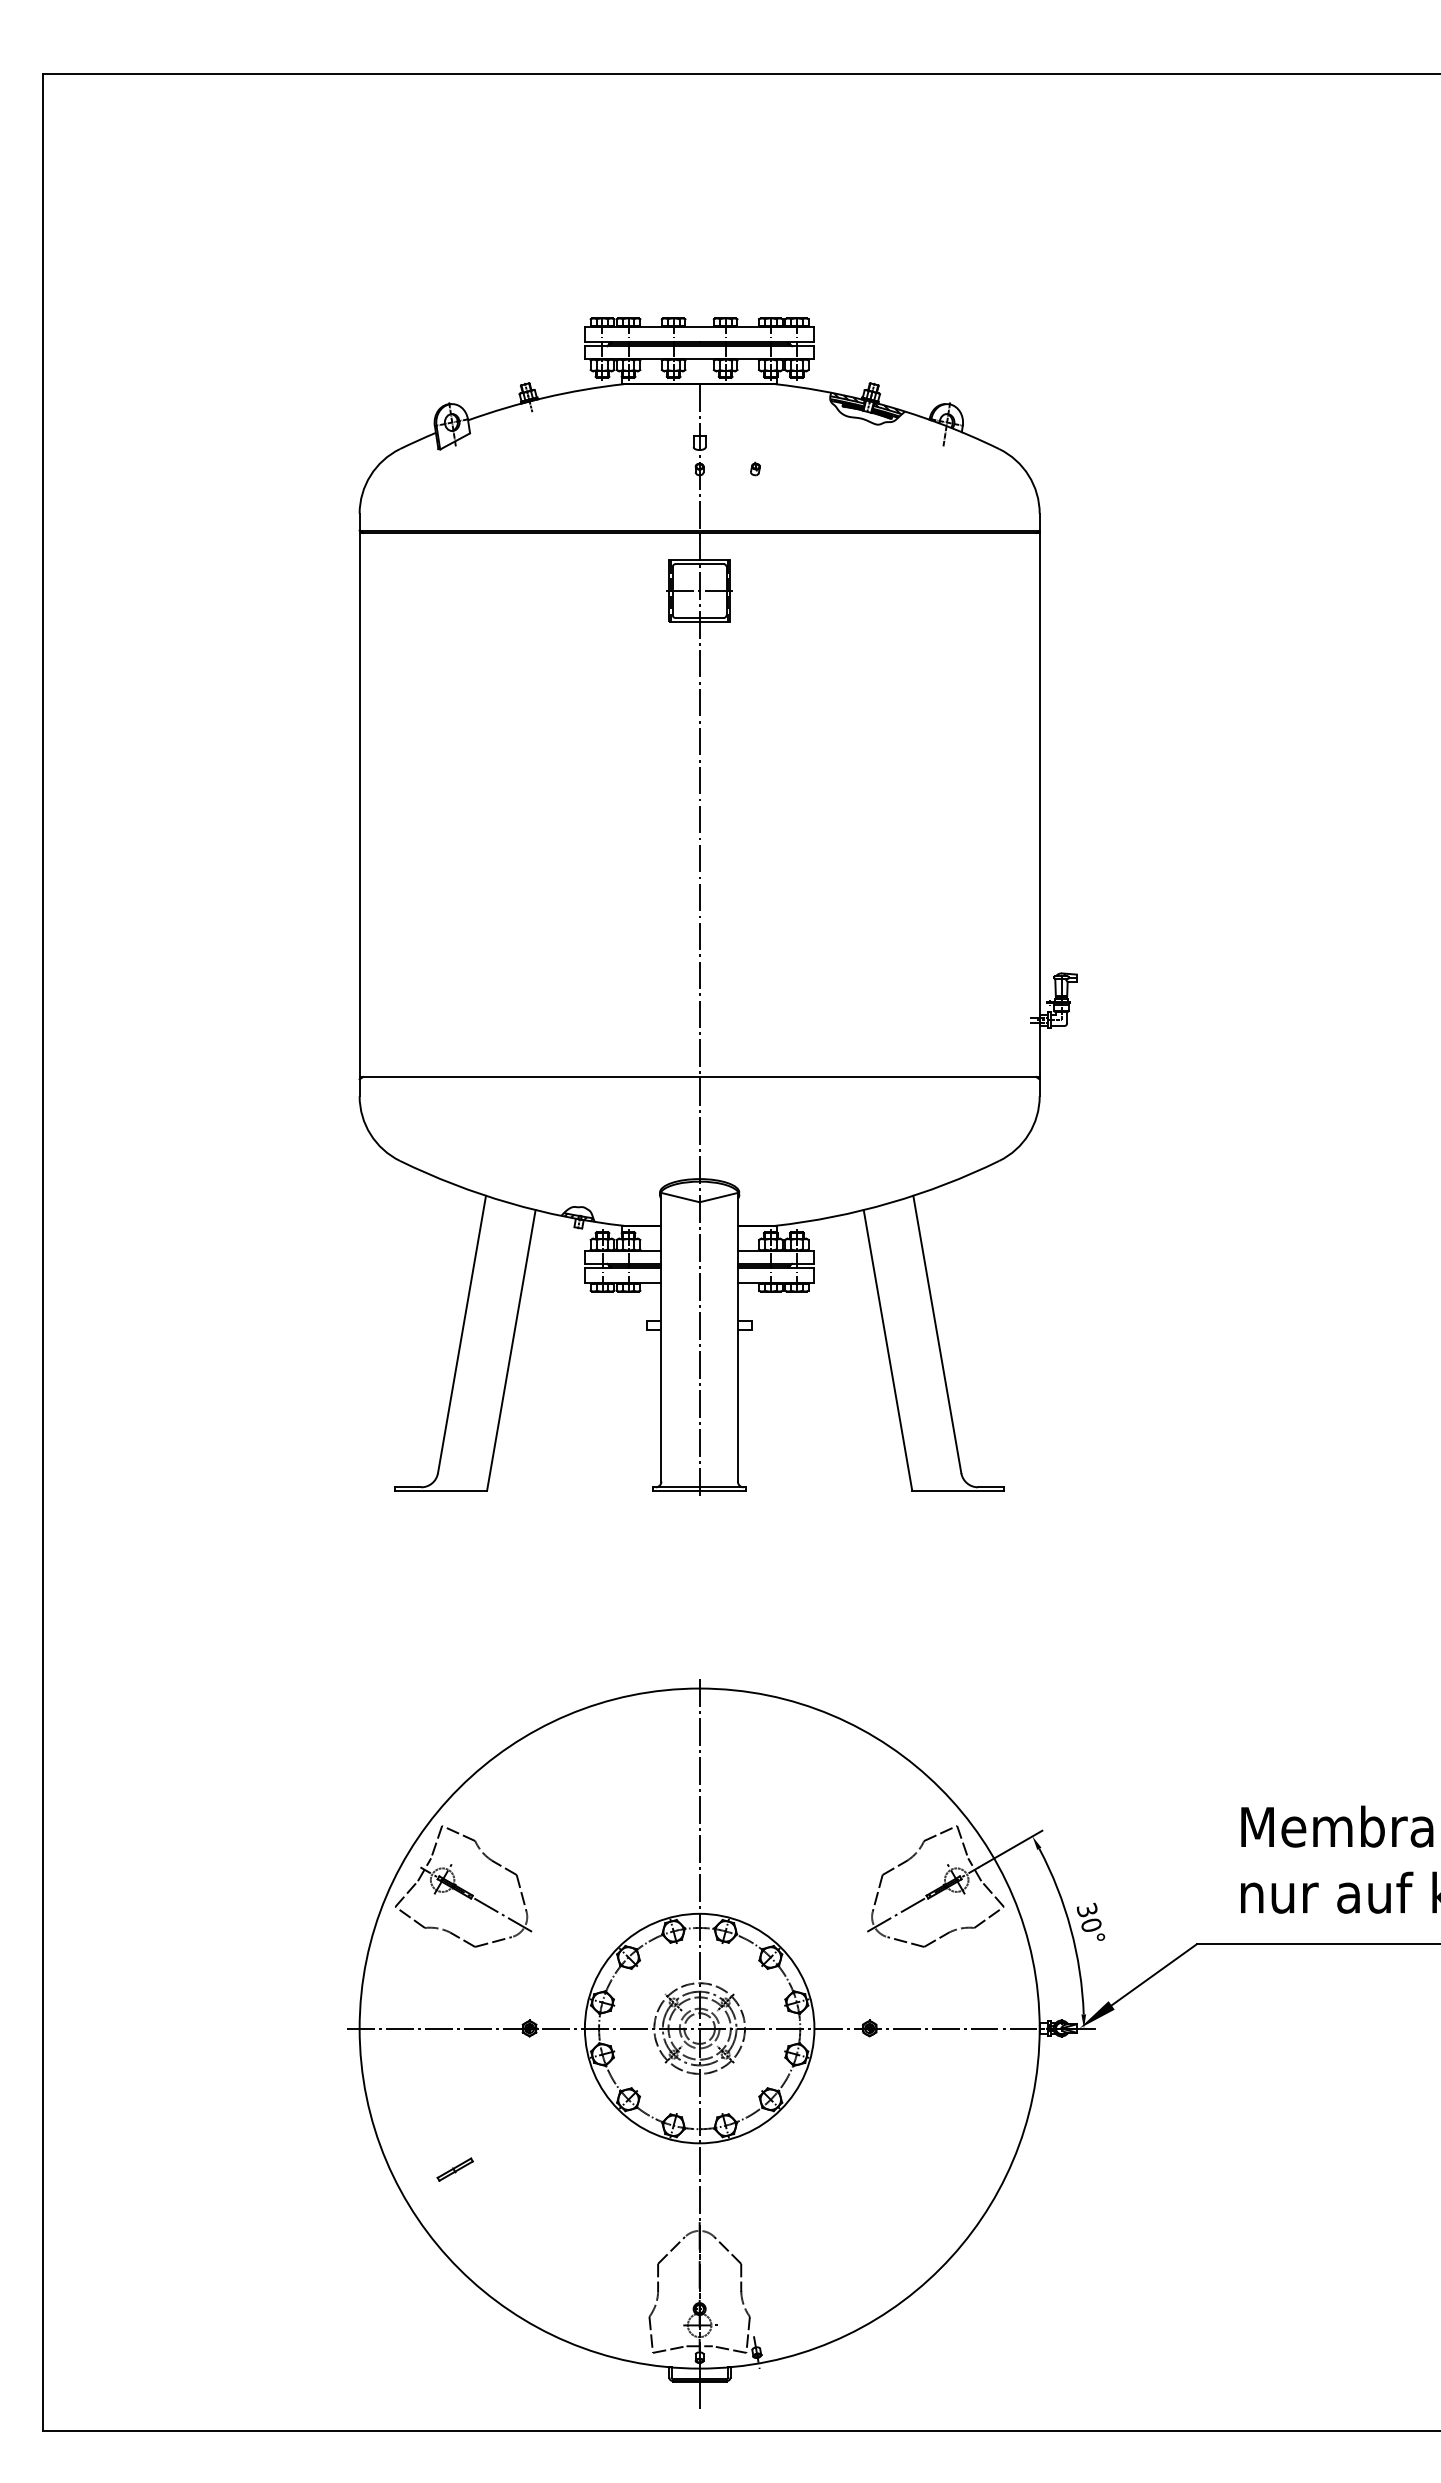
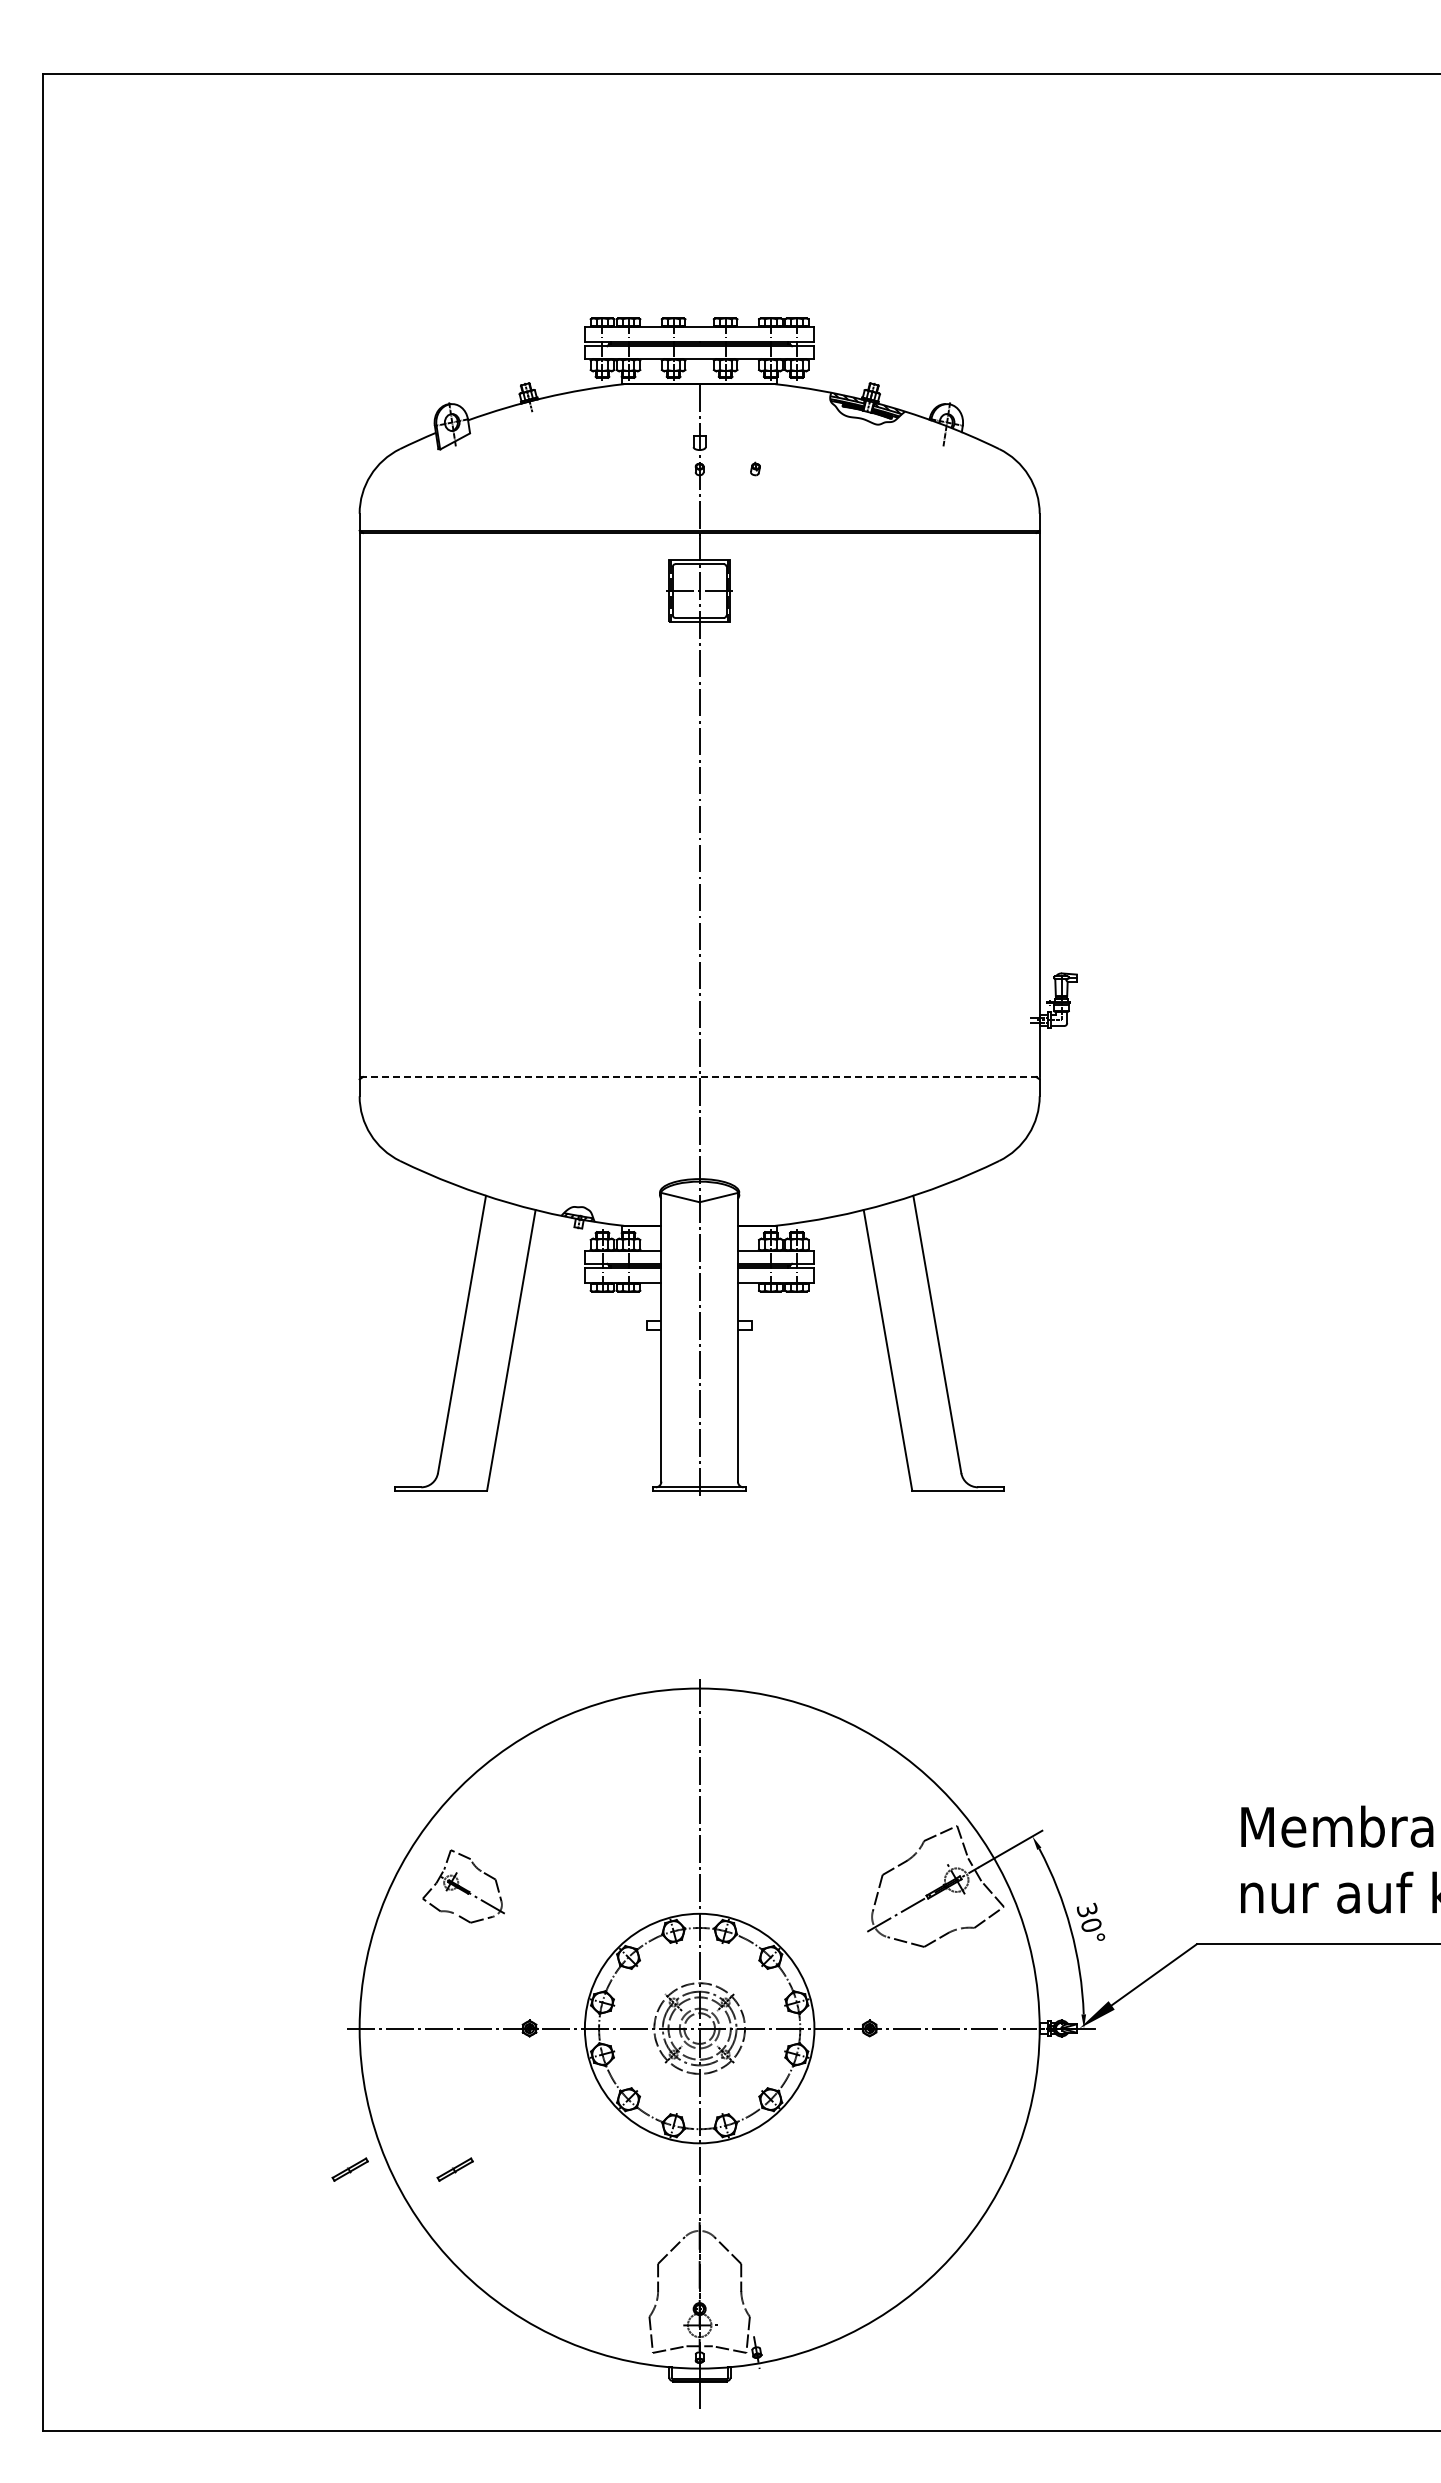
line at (700, 1077): solid -> dashed
part at (463, 1886) size: 138x123 px -> 83x75 px
part at (349, 2169): none -> present
